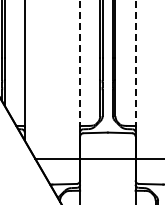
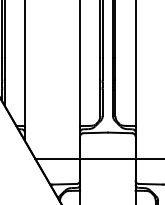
line at (80, 63): dashed -> solid
line at (135, 63): dashed -> solid
